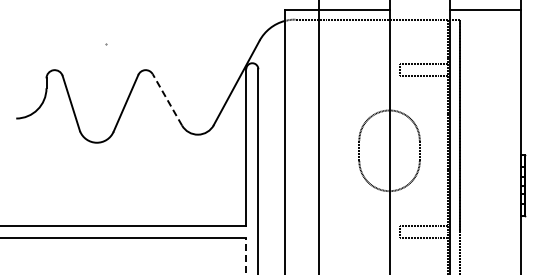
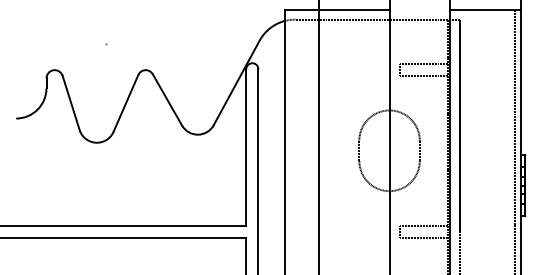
line at (167, 99): dashed -> solid
line at (514, 140): none -> present
line at (246, 255): dashed -> solid
